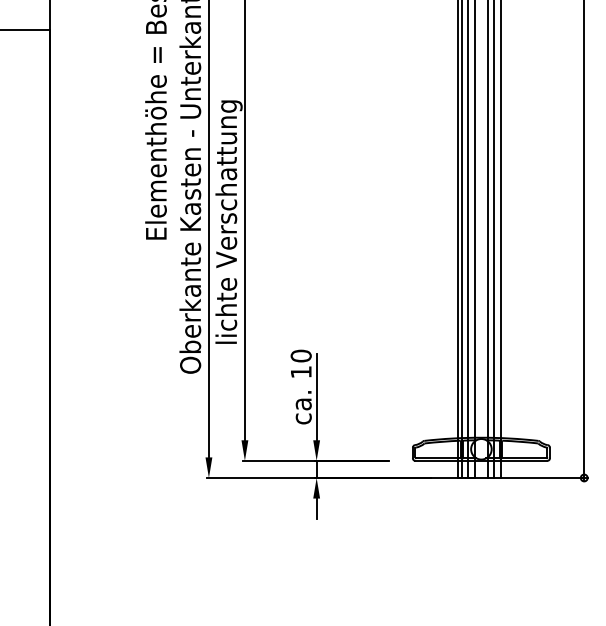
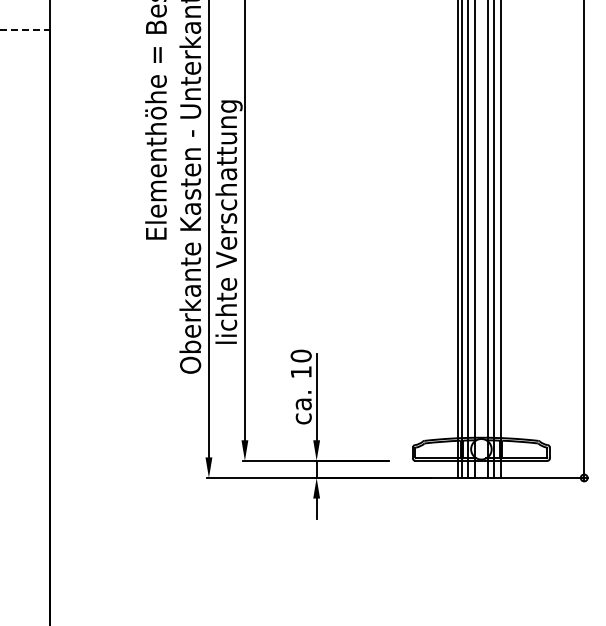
line at (25, 29): solid -> dashed
